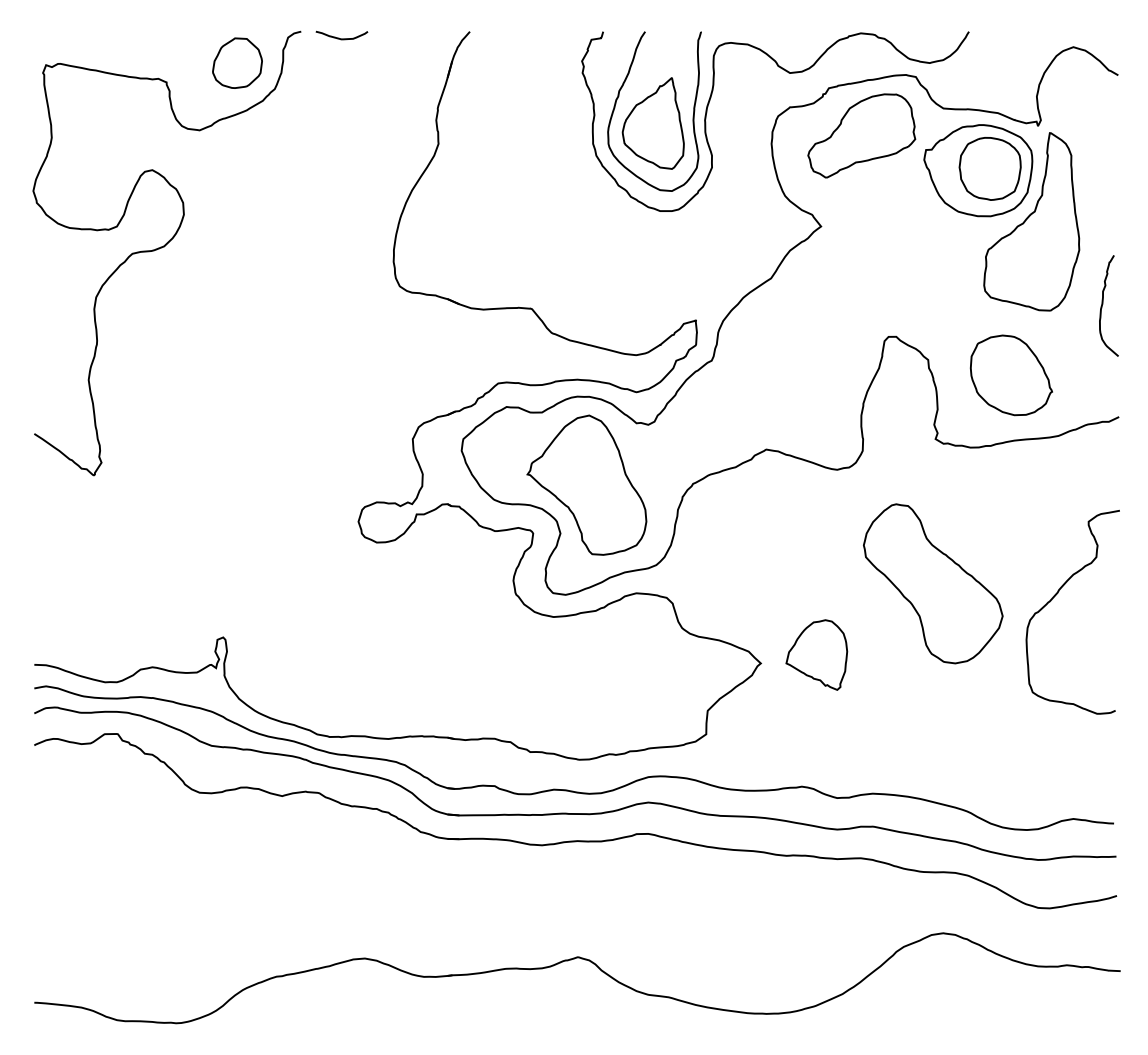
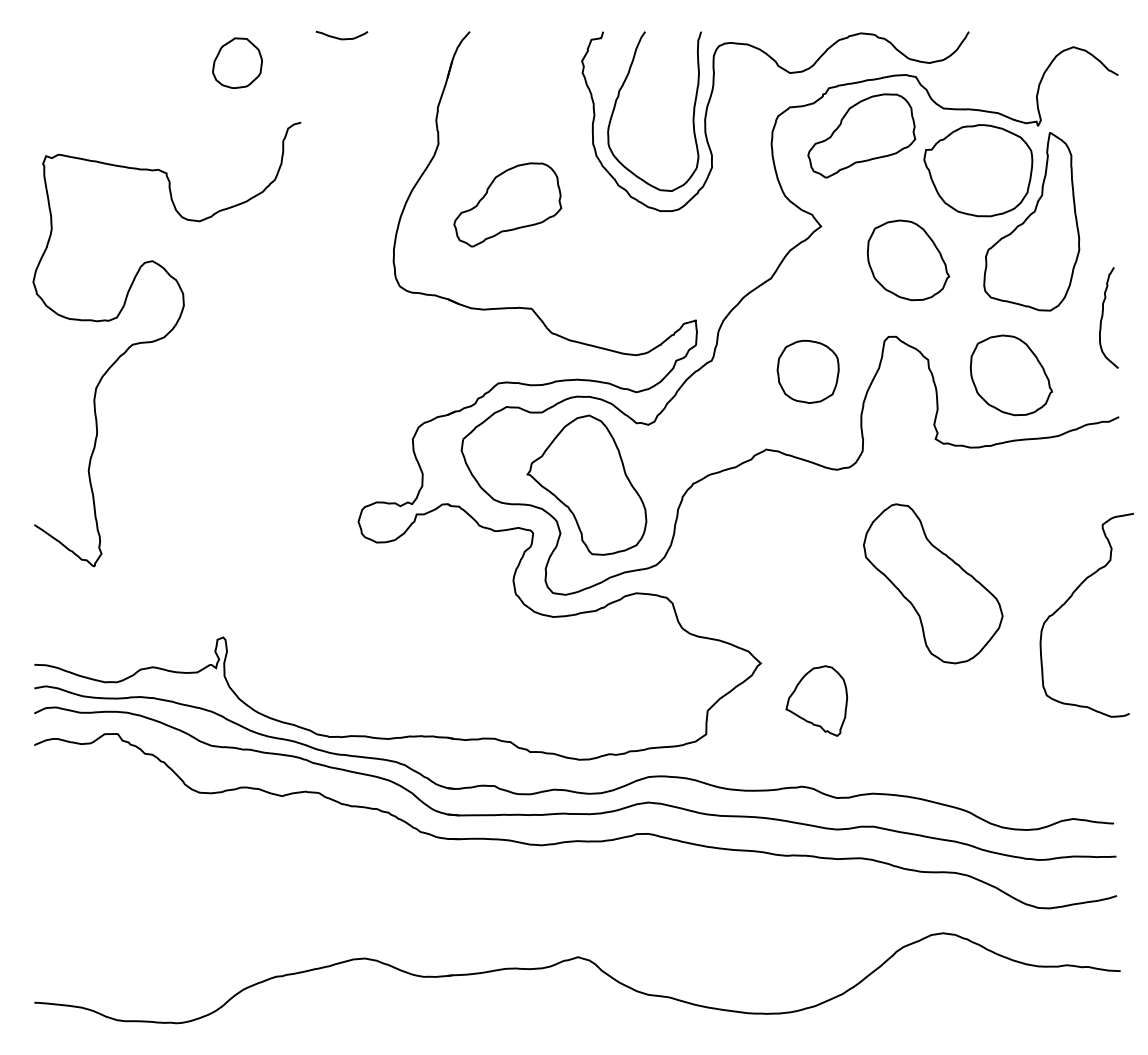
part at (652, 123): present -> none
part at (989, 168) position: (989, 168) -> (807, 371)
part at (507, 204): none -> present
curve at (164, 247) position: (164, 247) -> (164, 338)
part at (907, 260): none -> present
curve at (1103, 304) position: (1103, 304) -> (1103, 316)
curve at (1056, 595) position: (1056, 595) -> (1070, 598)
part at (816, 654) position: (816, 654) -> (816, 700)
